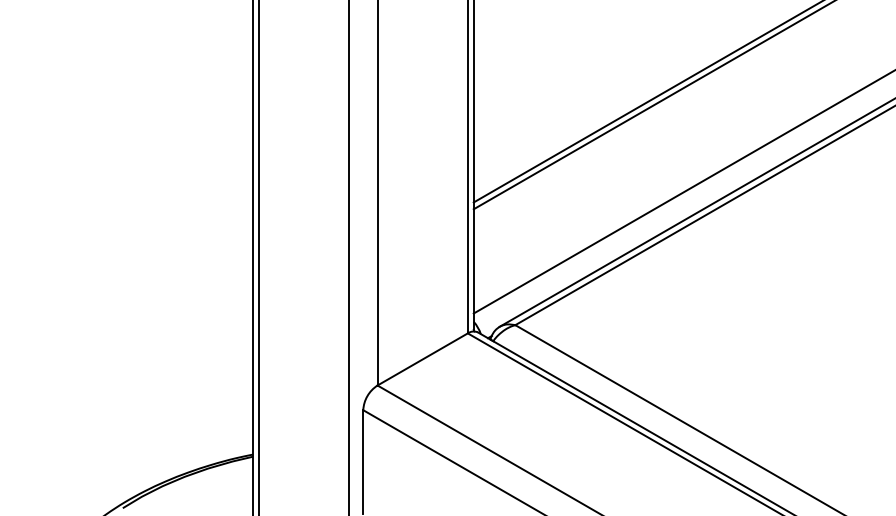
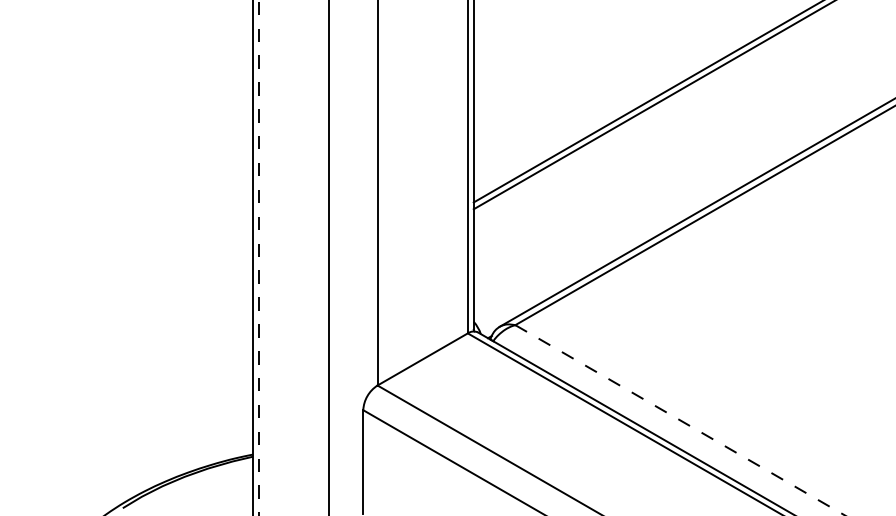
line at (682, 192): present -> none
line at (349, 257) position: (349, 257) -> (329, 257)
line at (258, 258): solid -> dashed
line at (680, 420): solid -> dashed
